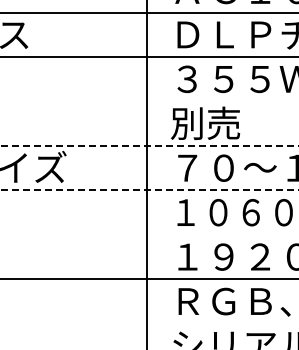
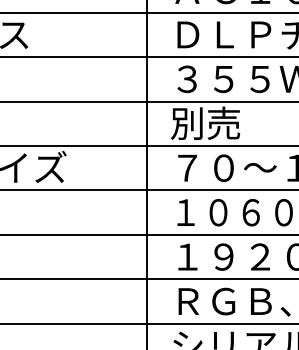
line at (148, 101): none -> present
line at (149, 146): dashed -> solid
line at (149, 190): dashed -> solid
line at (148, 234): none -> present
line at (148, 323): none -> present
